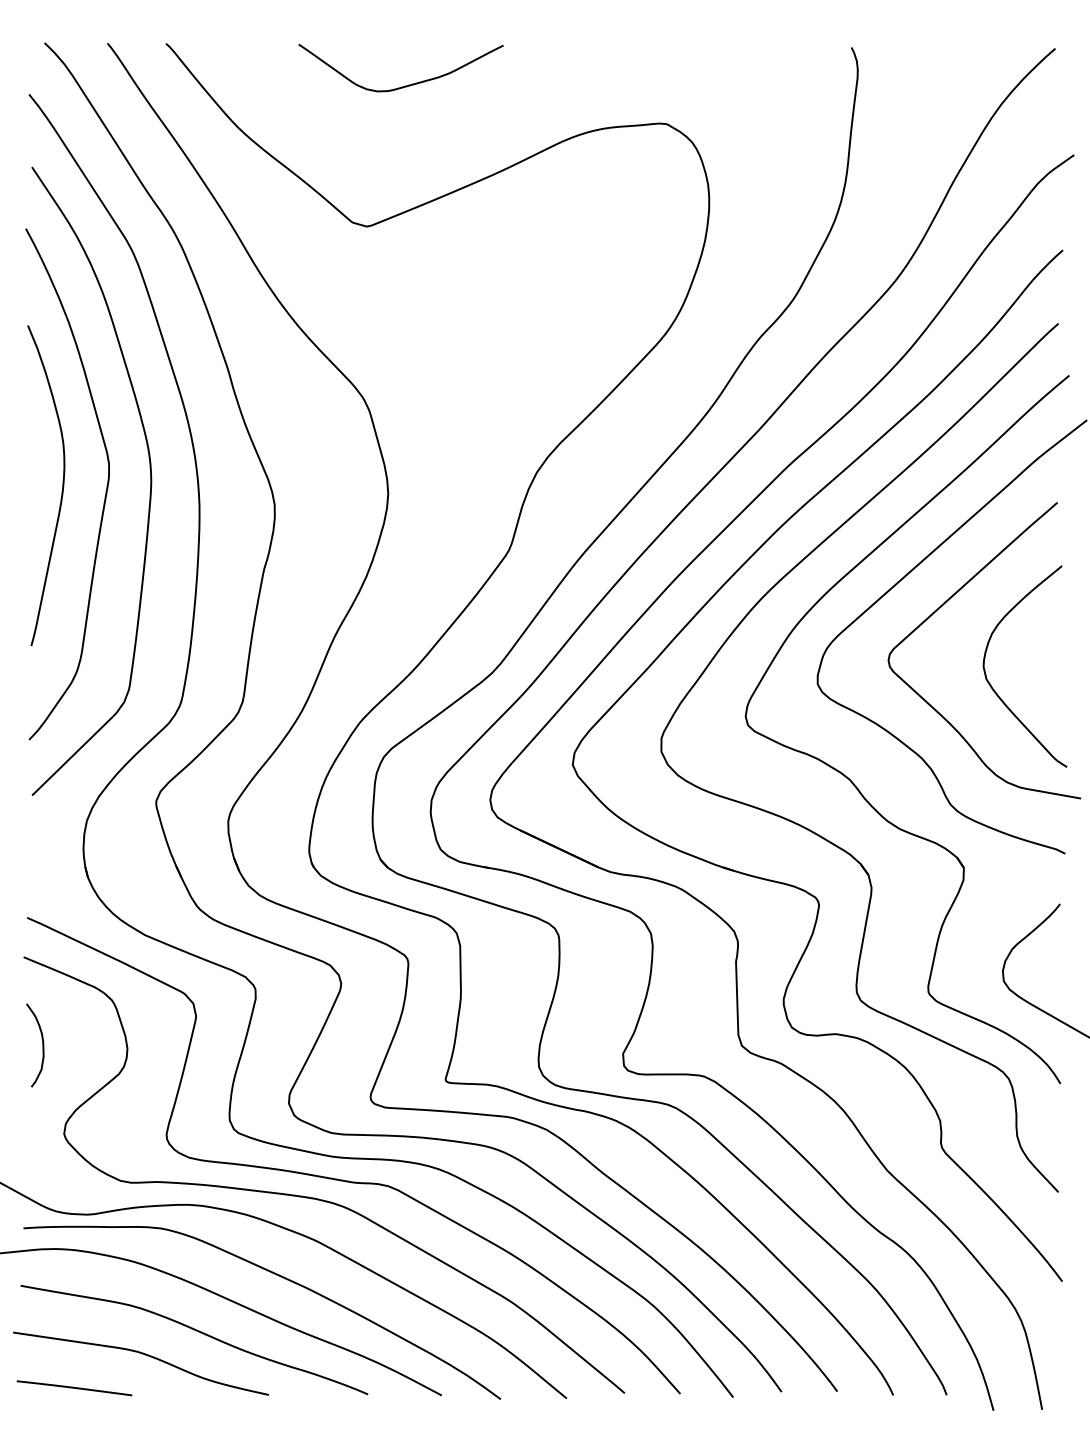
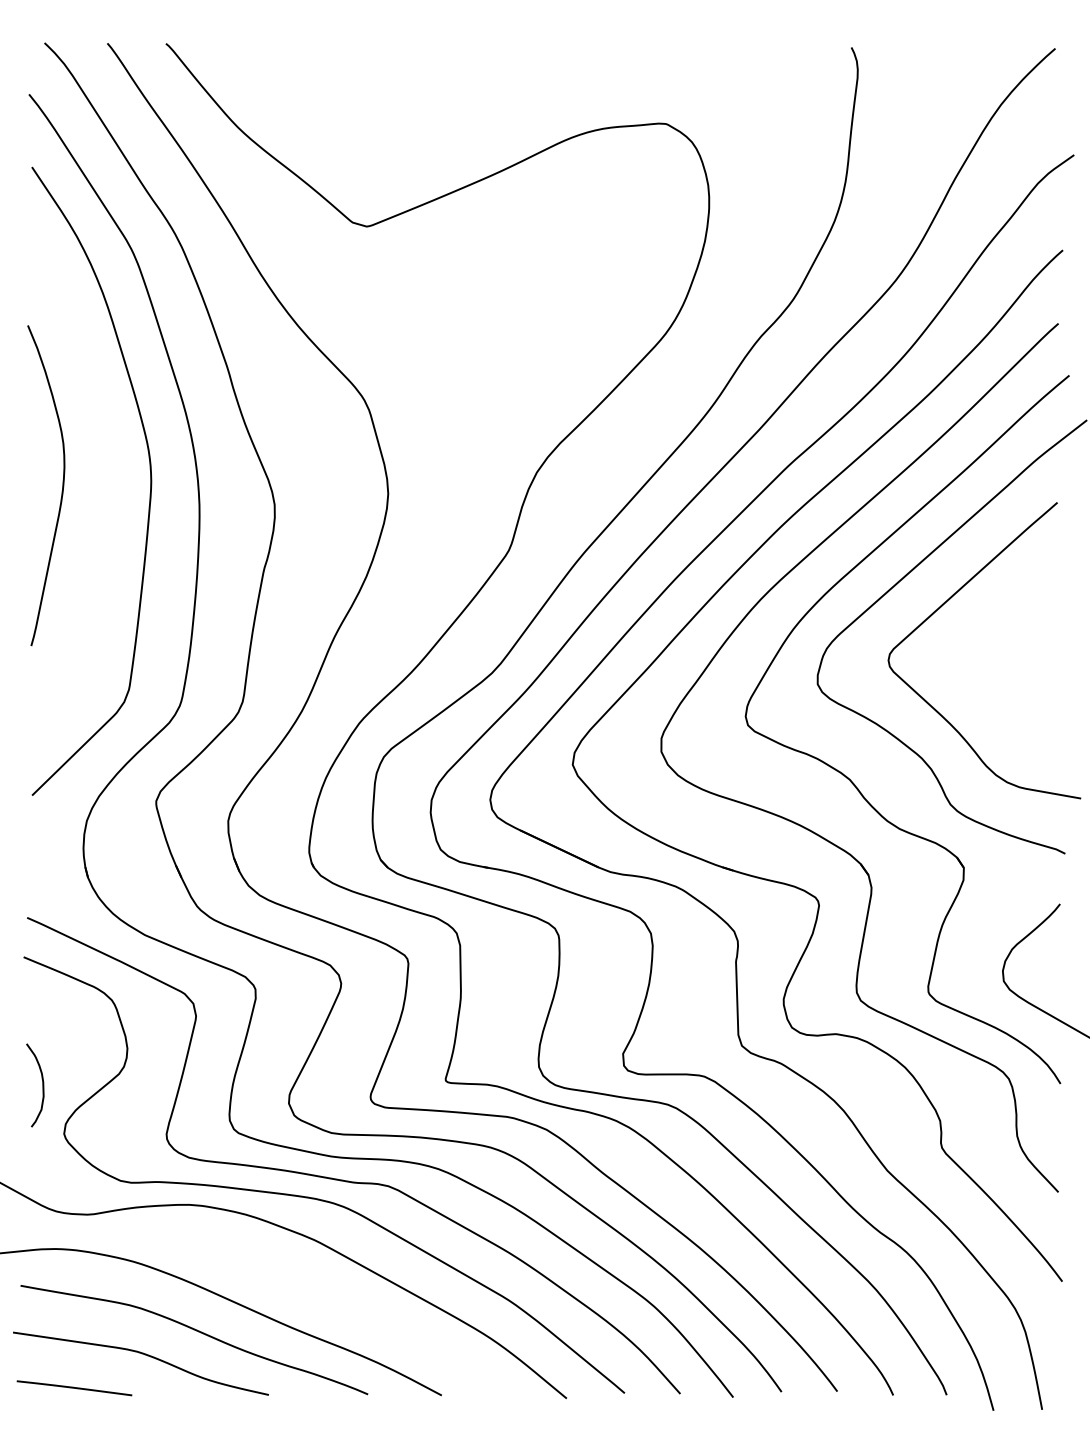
curve at (405, 85): present -> none
curve at (105, 491): present -> none
curve at (992, 686): present -> none
curve at (42, 1045) position: (42, 1045) -> (42, 1085)
curve at (280, 1277): present -> none
